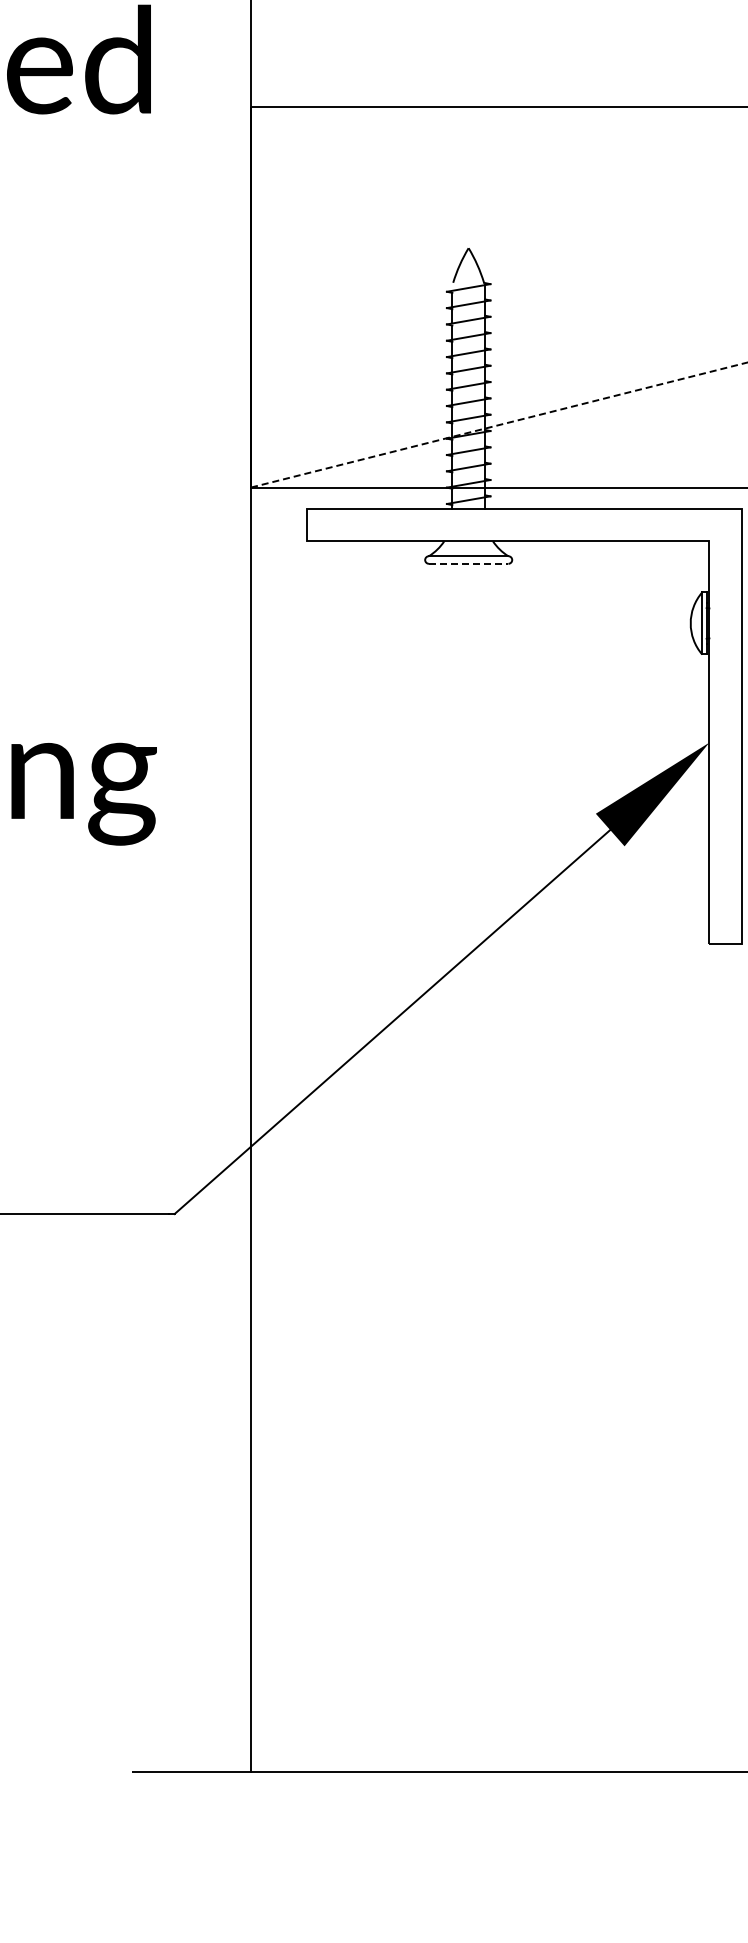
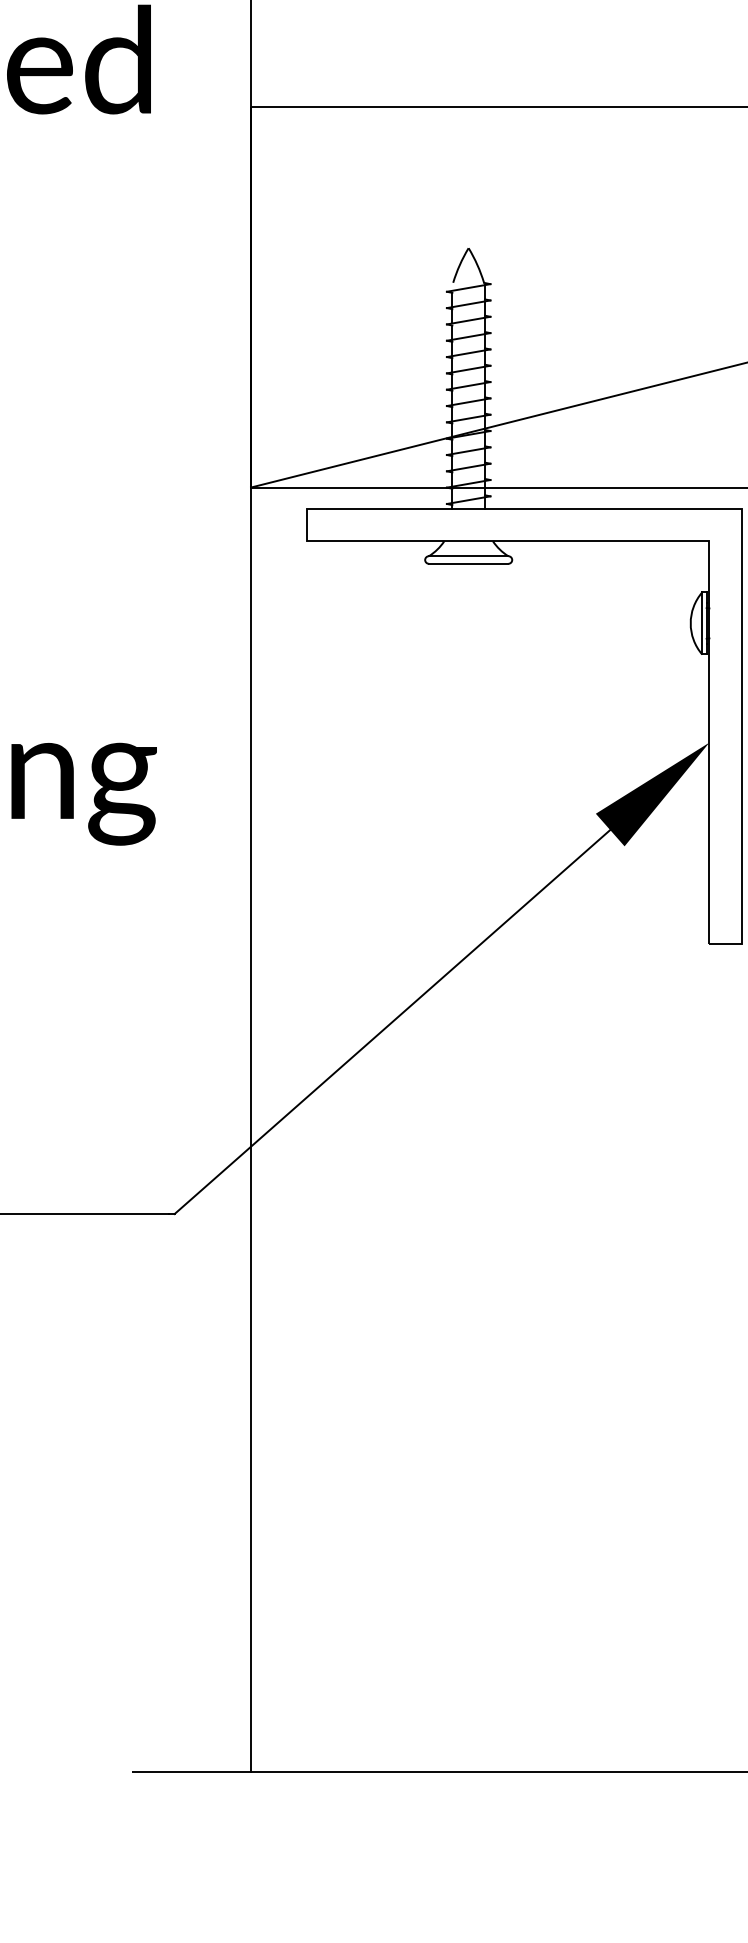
line at (499, 425): dashed -> solid
line at (468, 563): dashed -> solid
